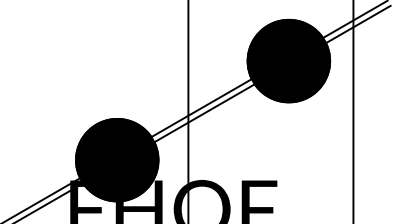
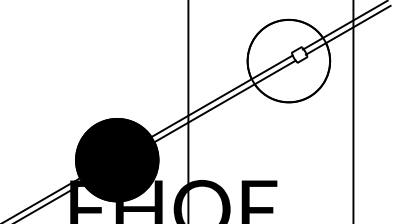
fill at (288, 60): present -> none
